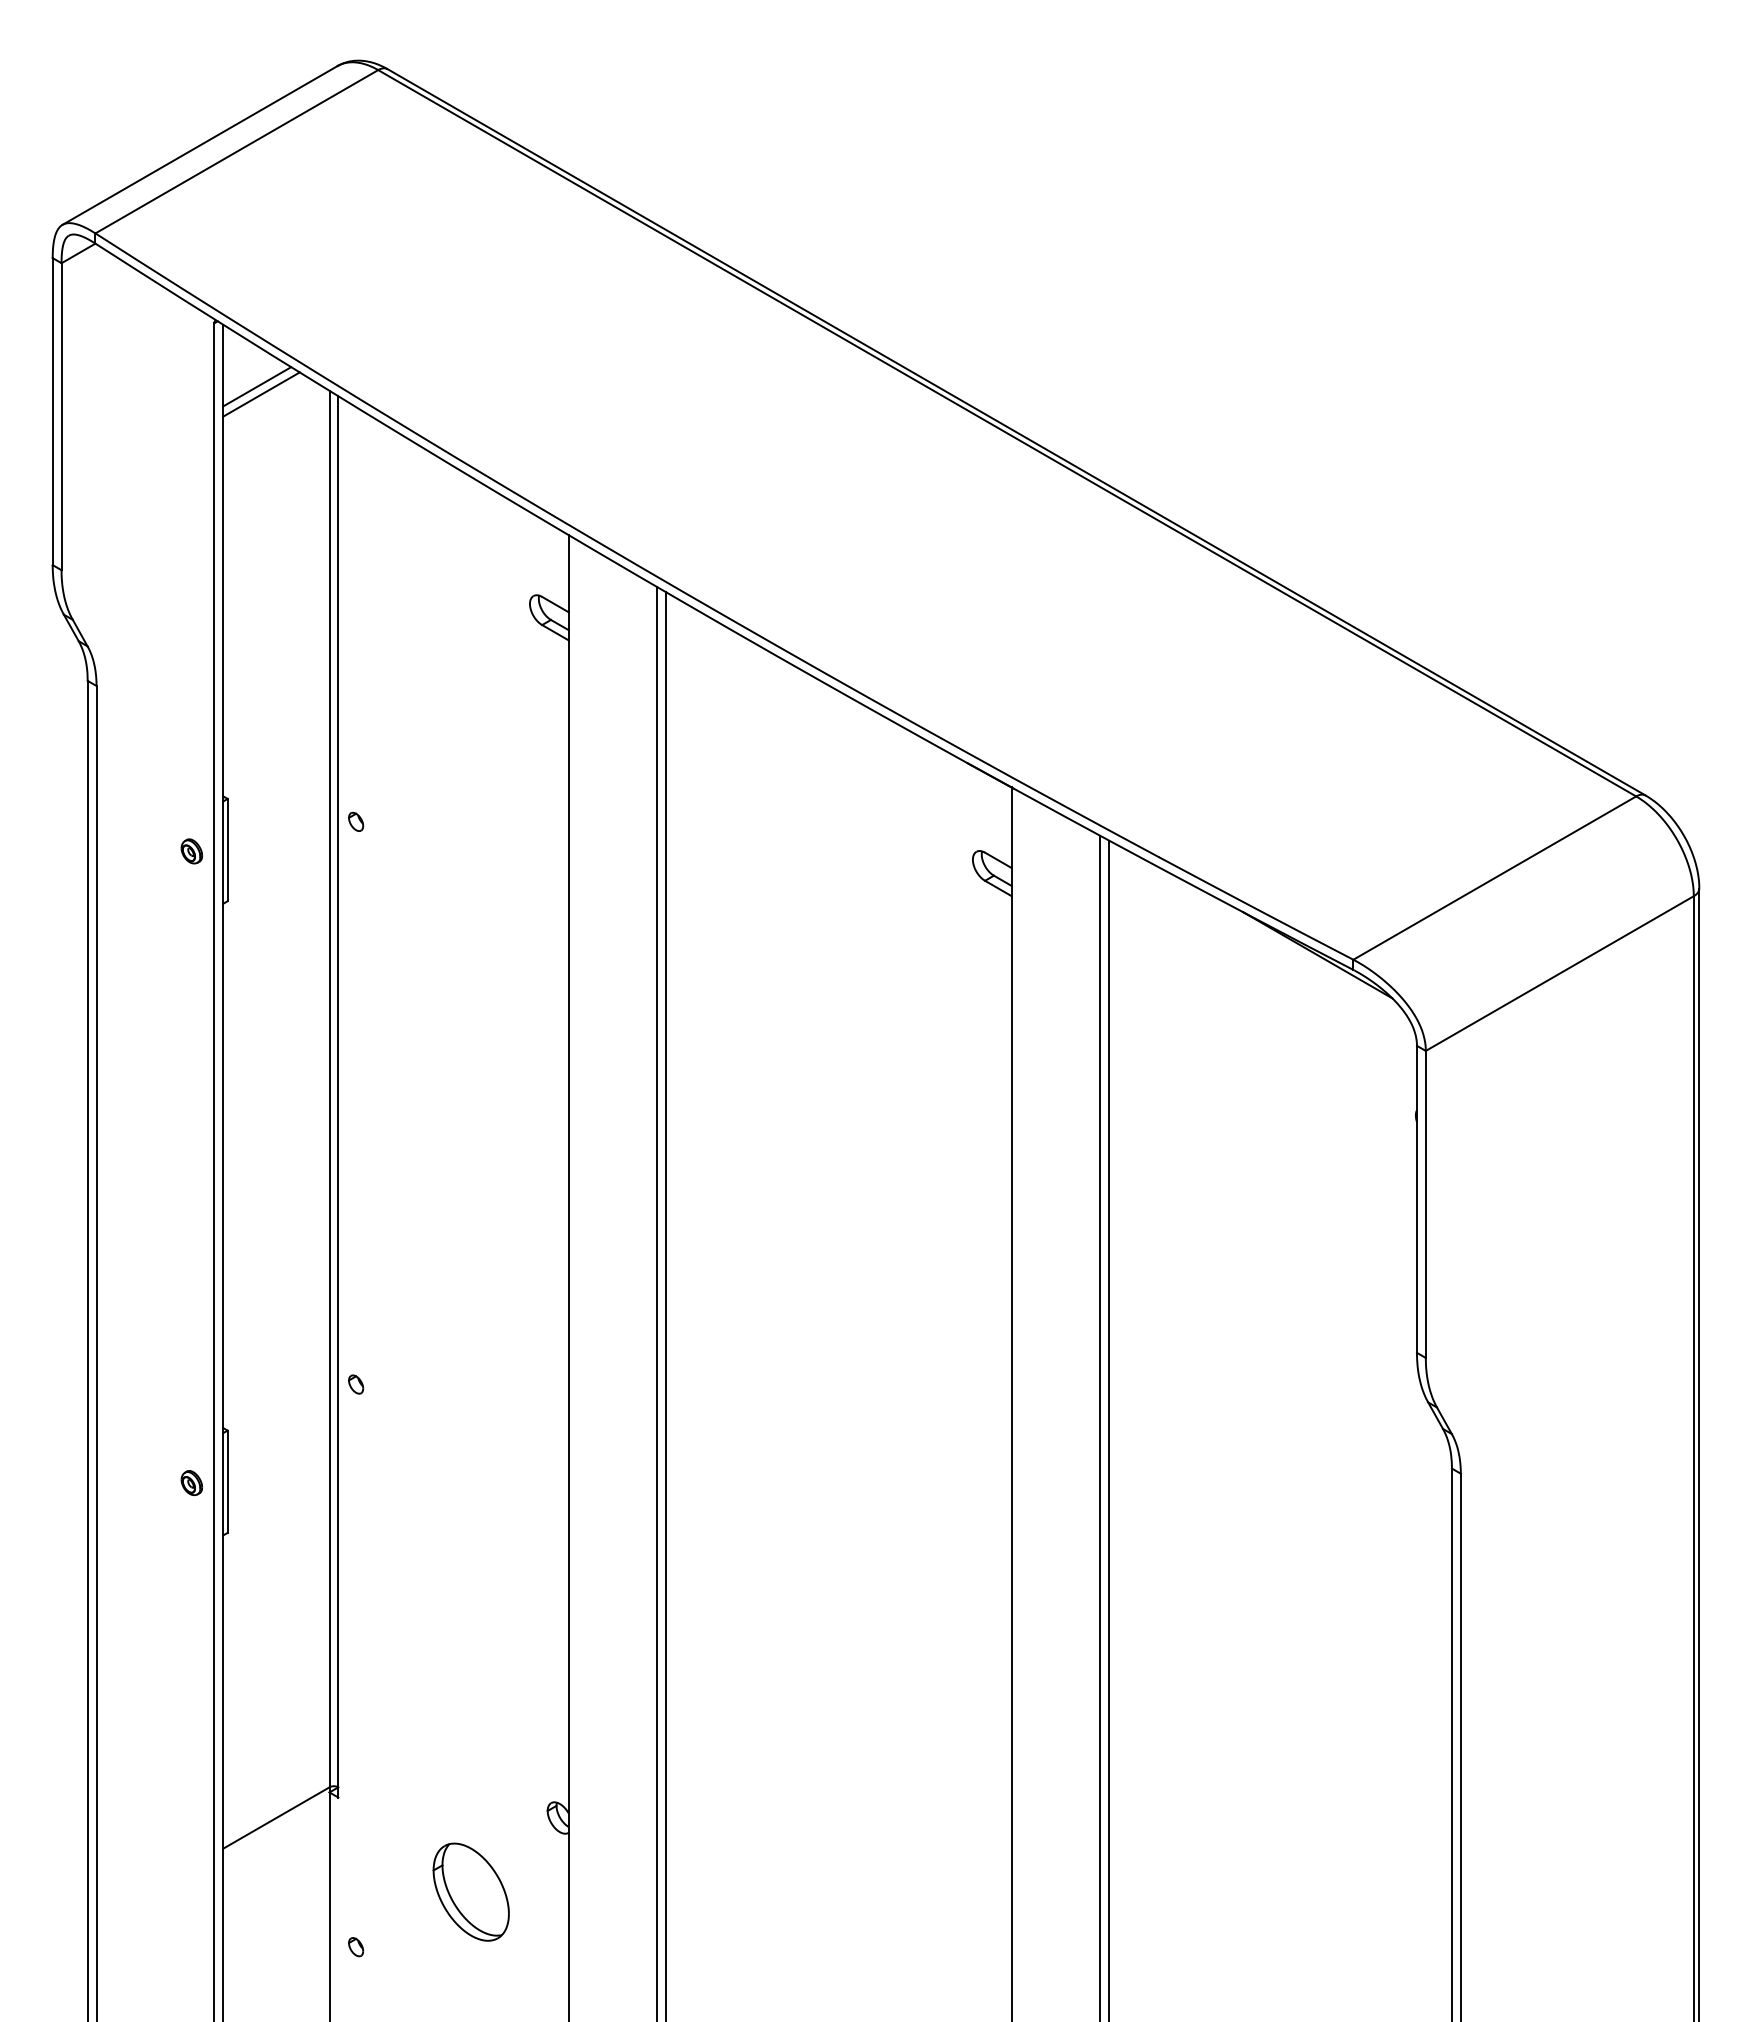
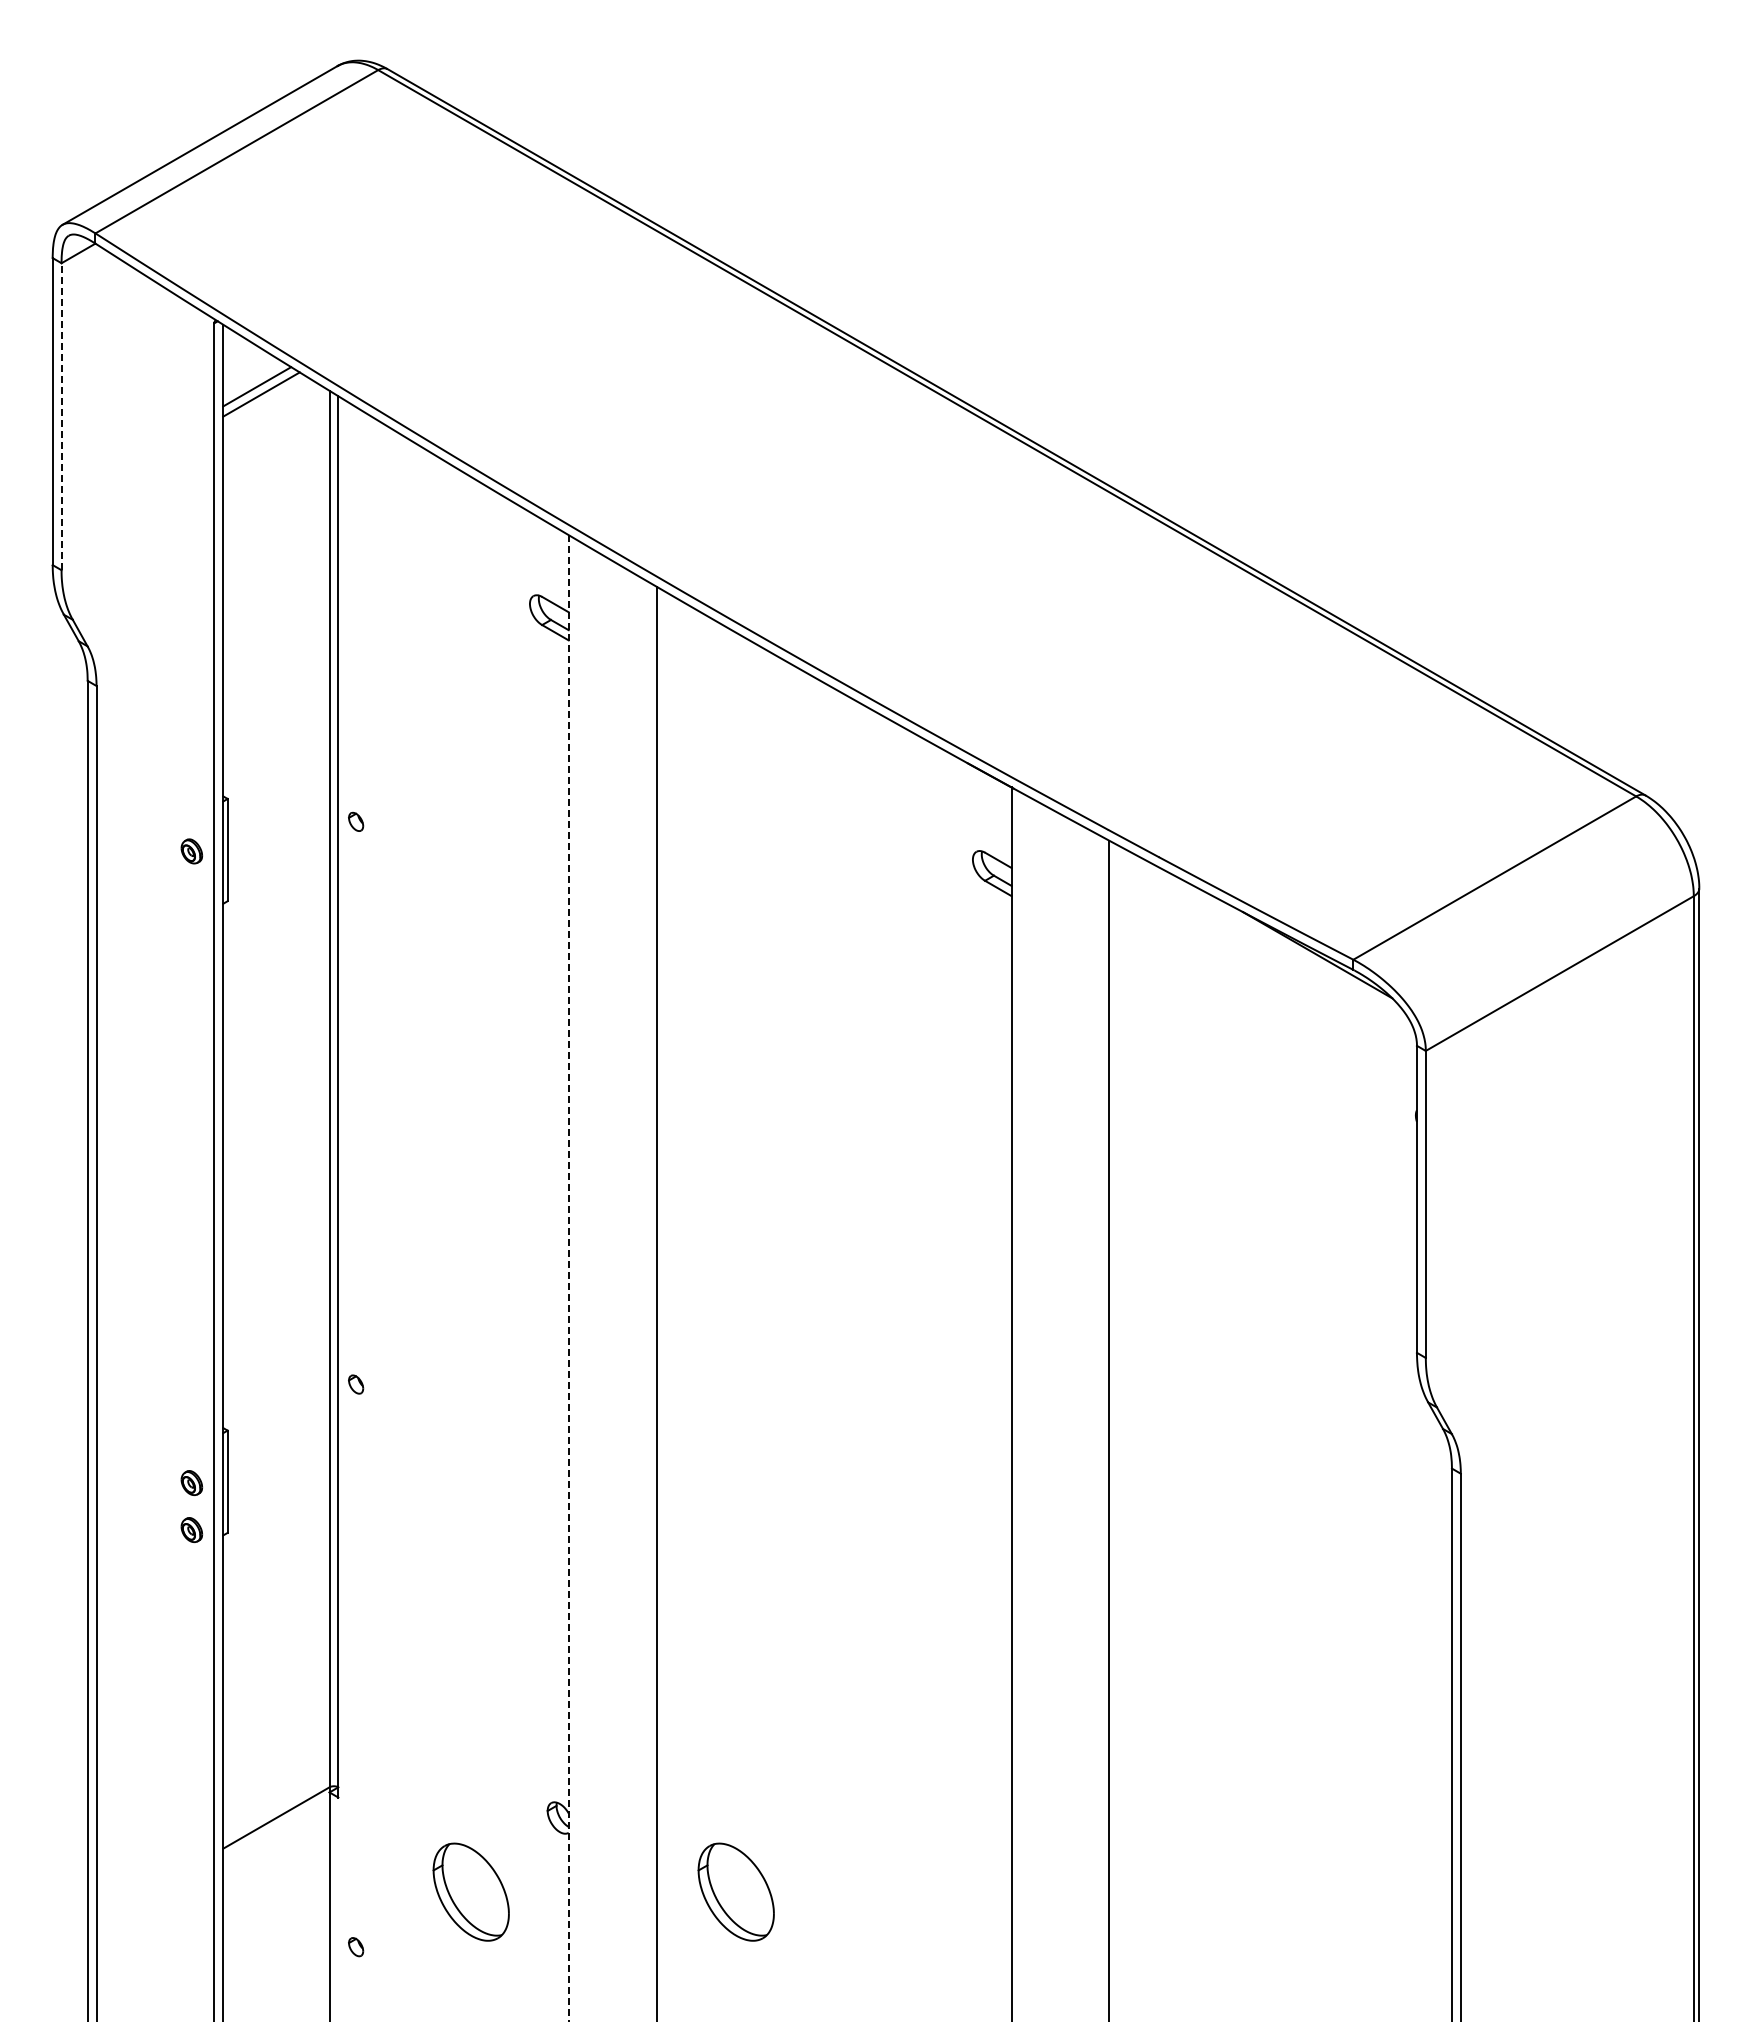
line at (61, 416): solid -> dashed
line at (568, 1278): solid -> dashed
line at (666, 1305): present -> none
line at (1100, 1426): present -> none
part at (191, 1529): none -> present
part at (735, 1891): none -> present
